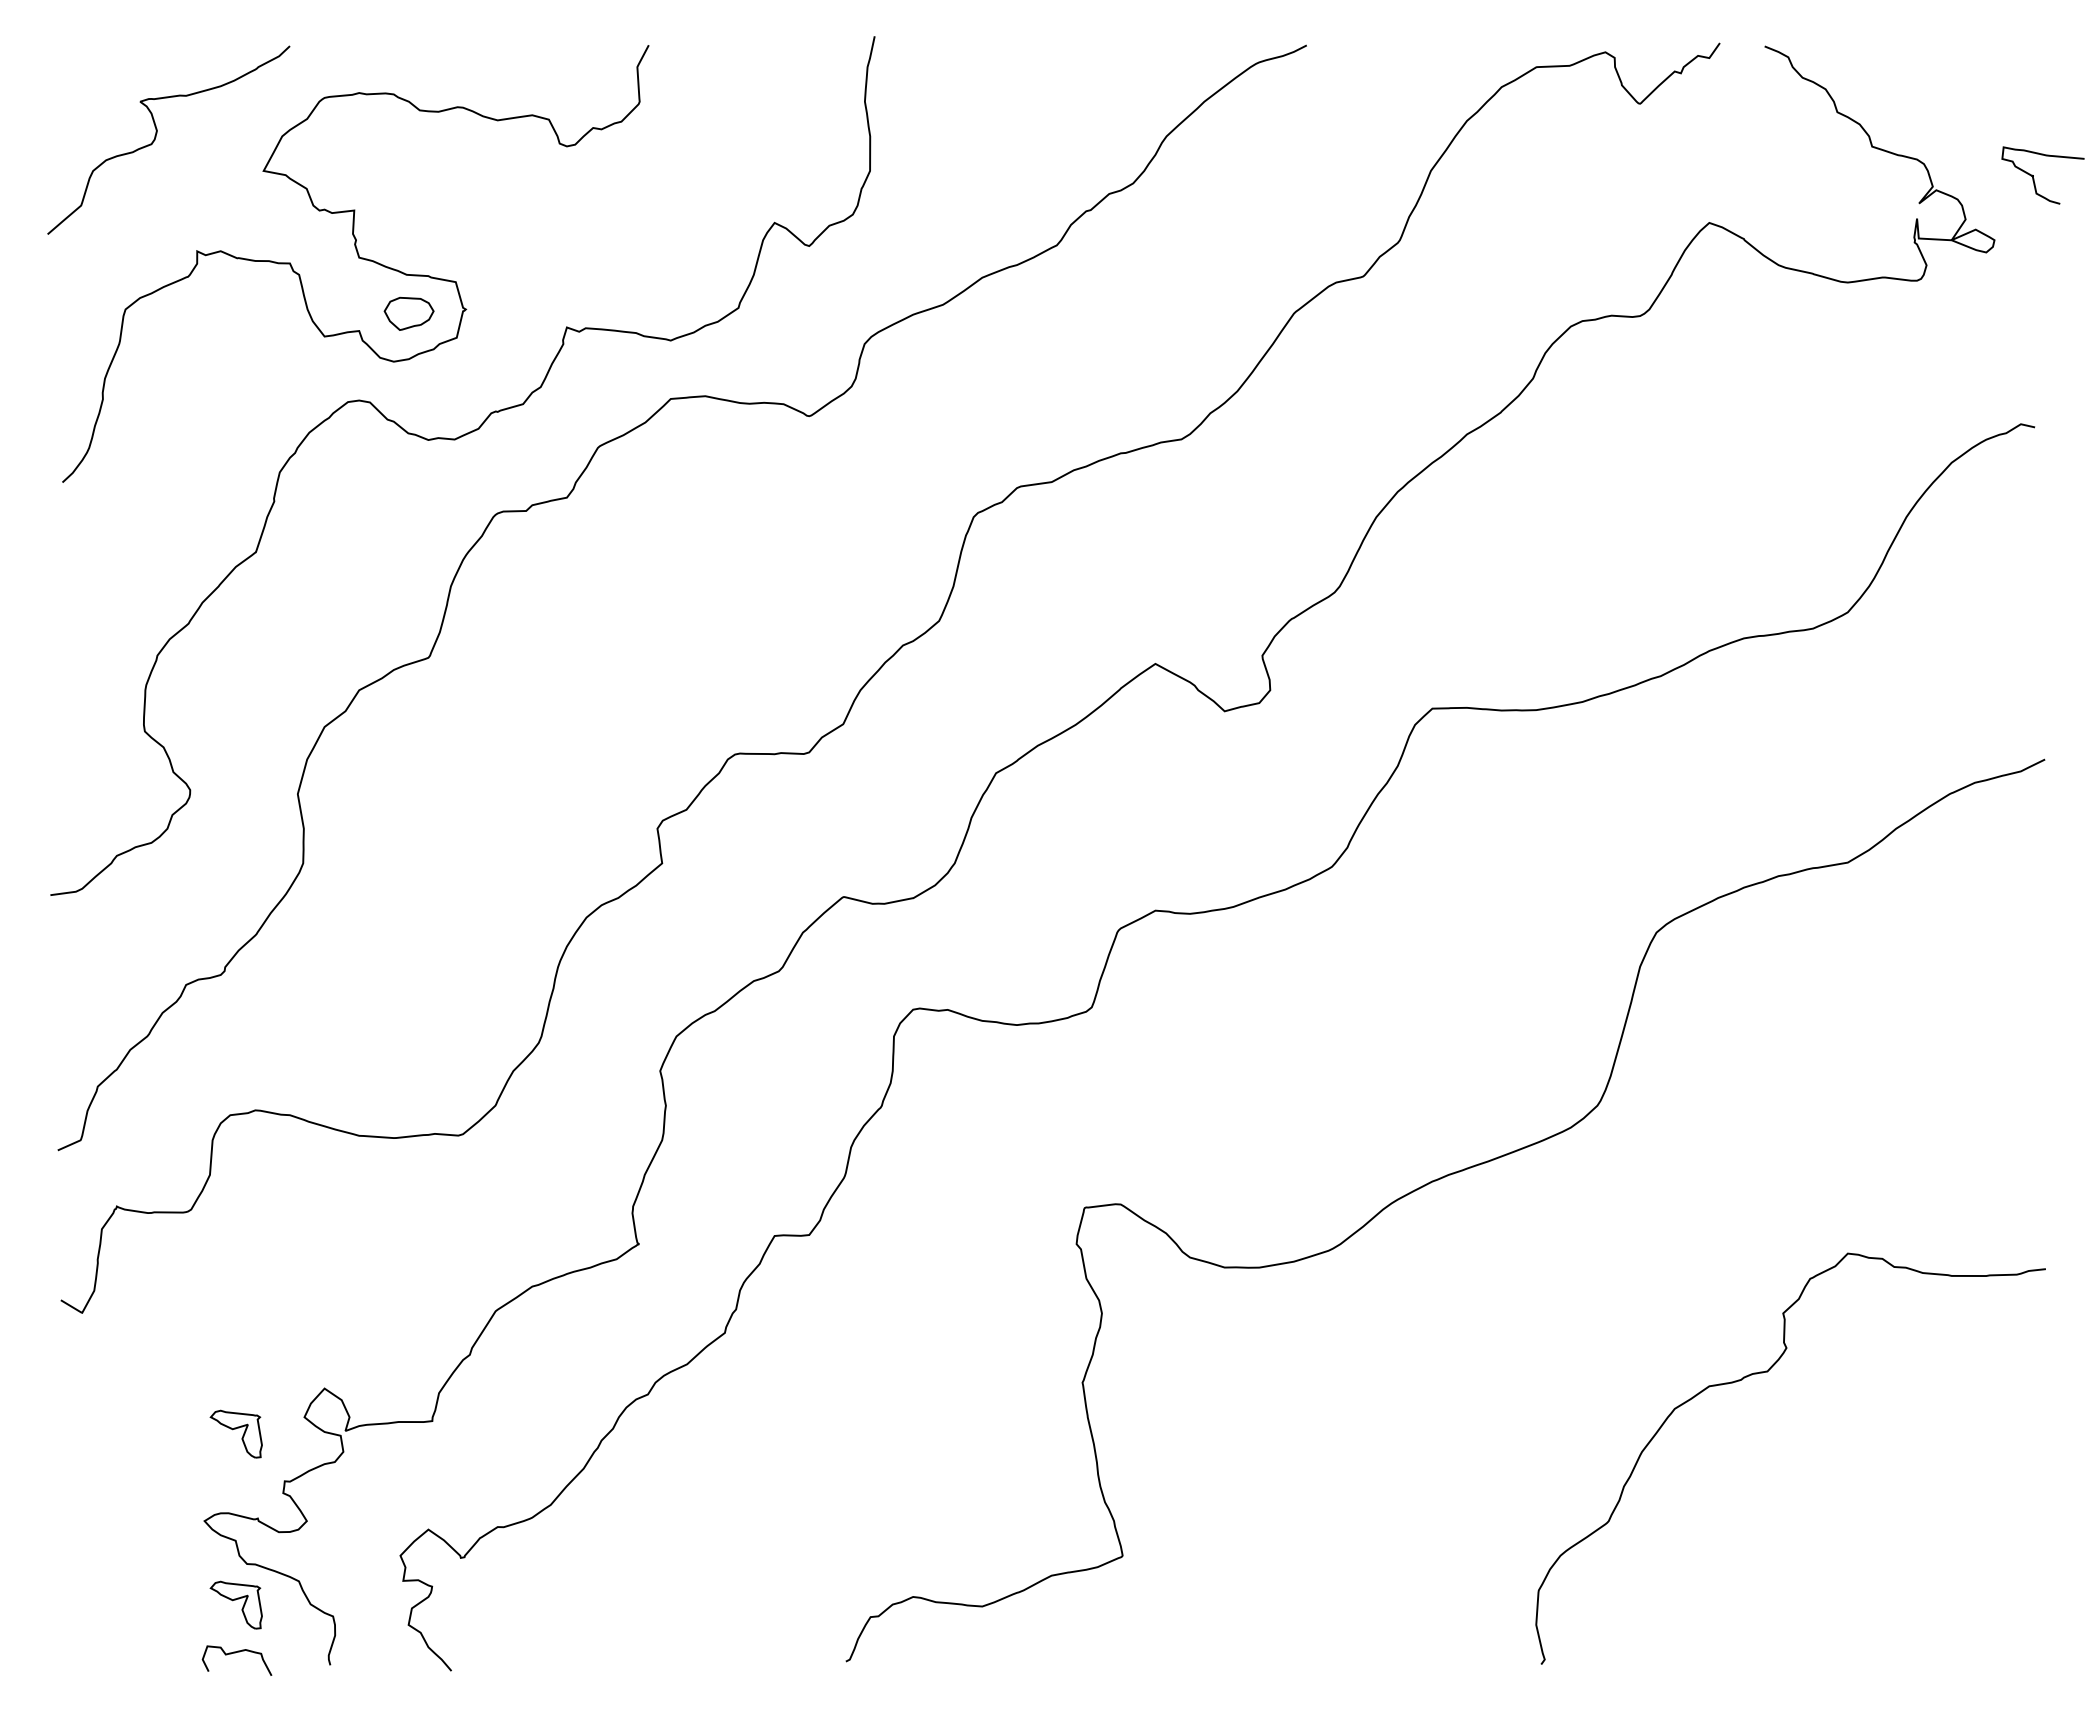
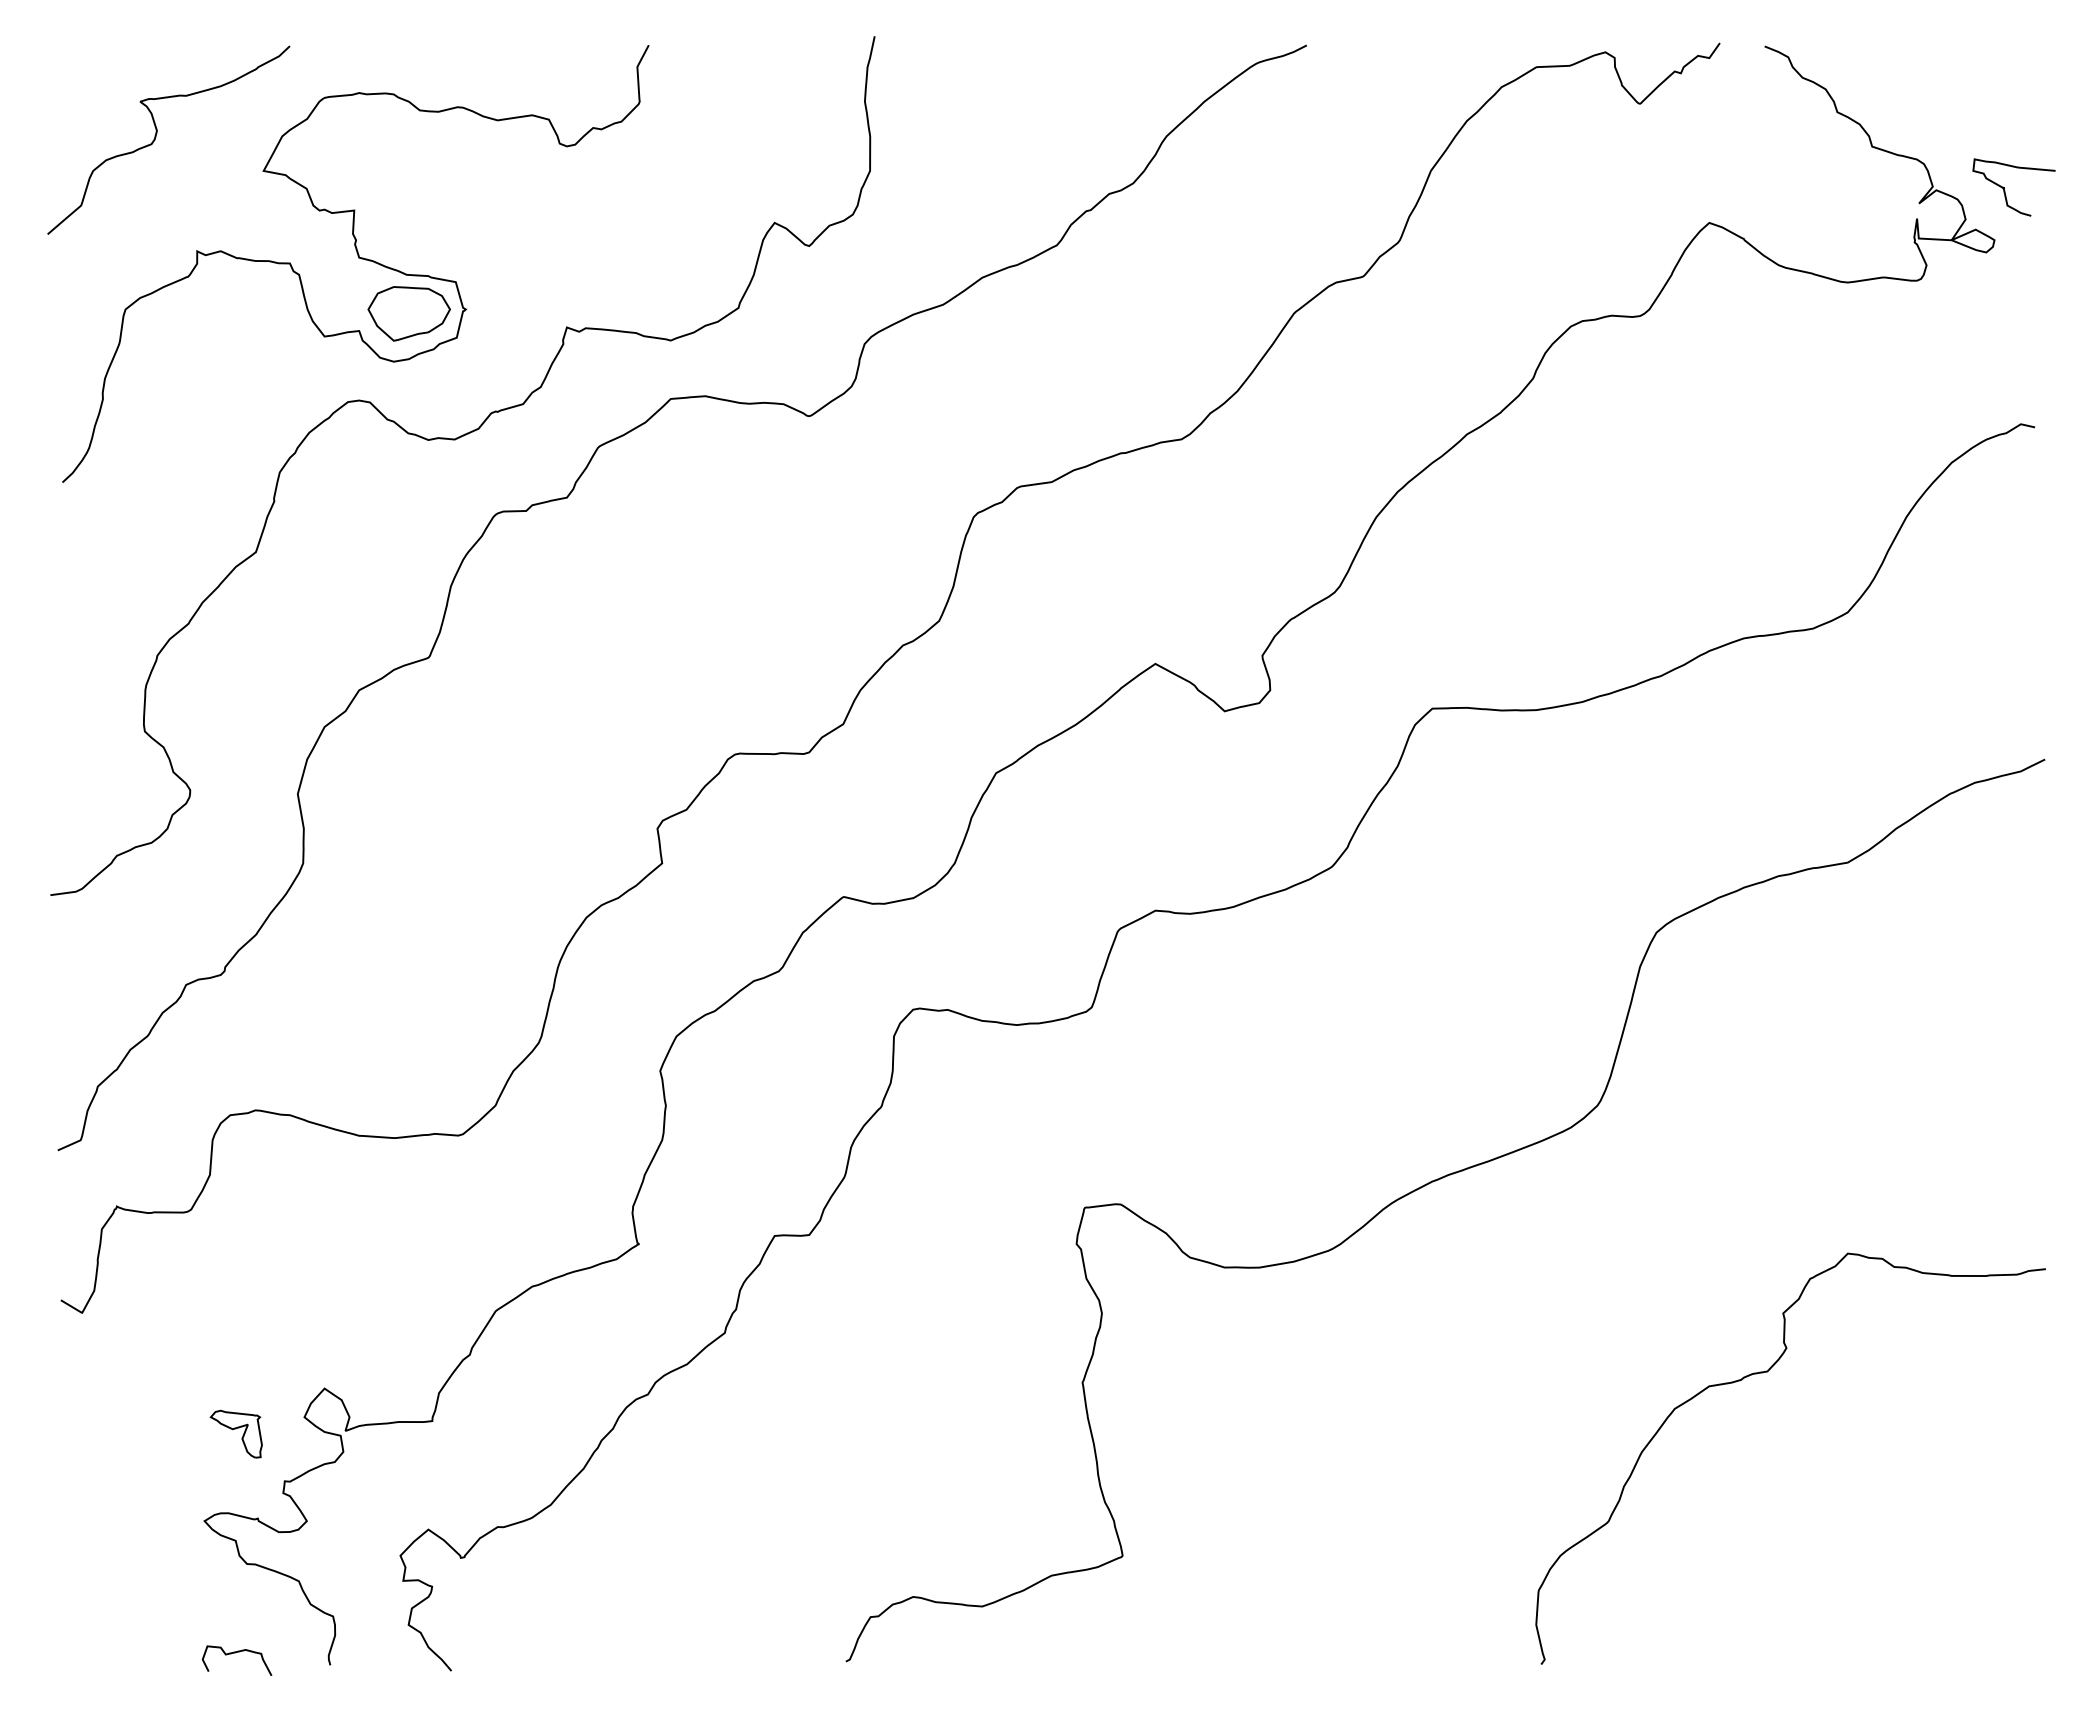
curve at (2034, 178) position: (2034, 178) -> (2005, 190)
part at (408, 313) size: 52x35 px -> 84x56 px
part at (235, 1604): present -> none
